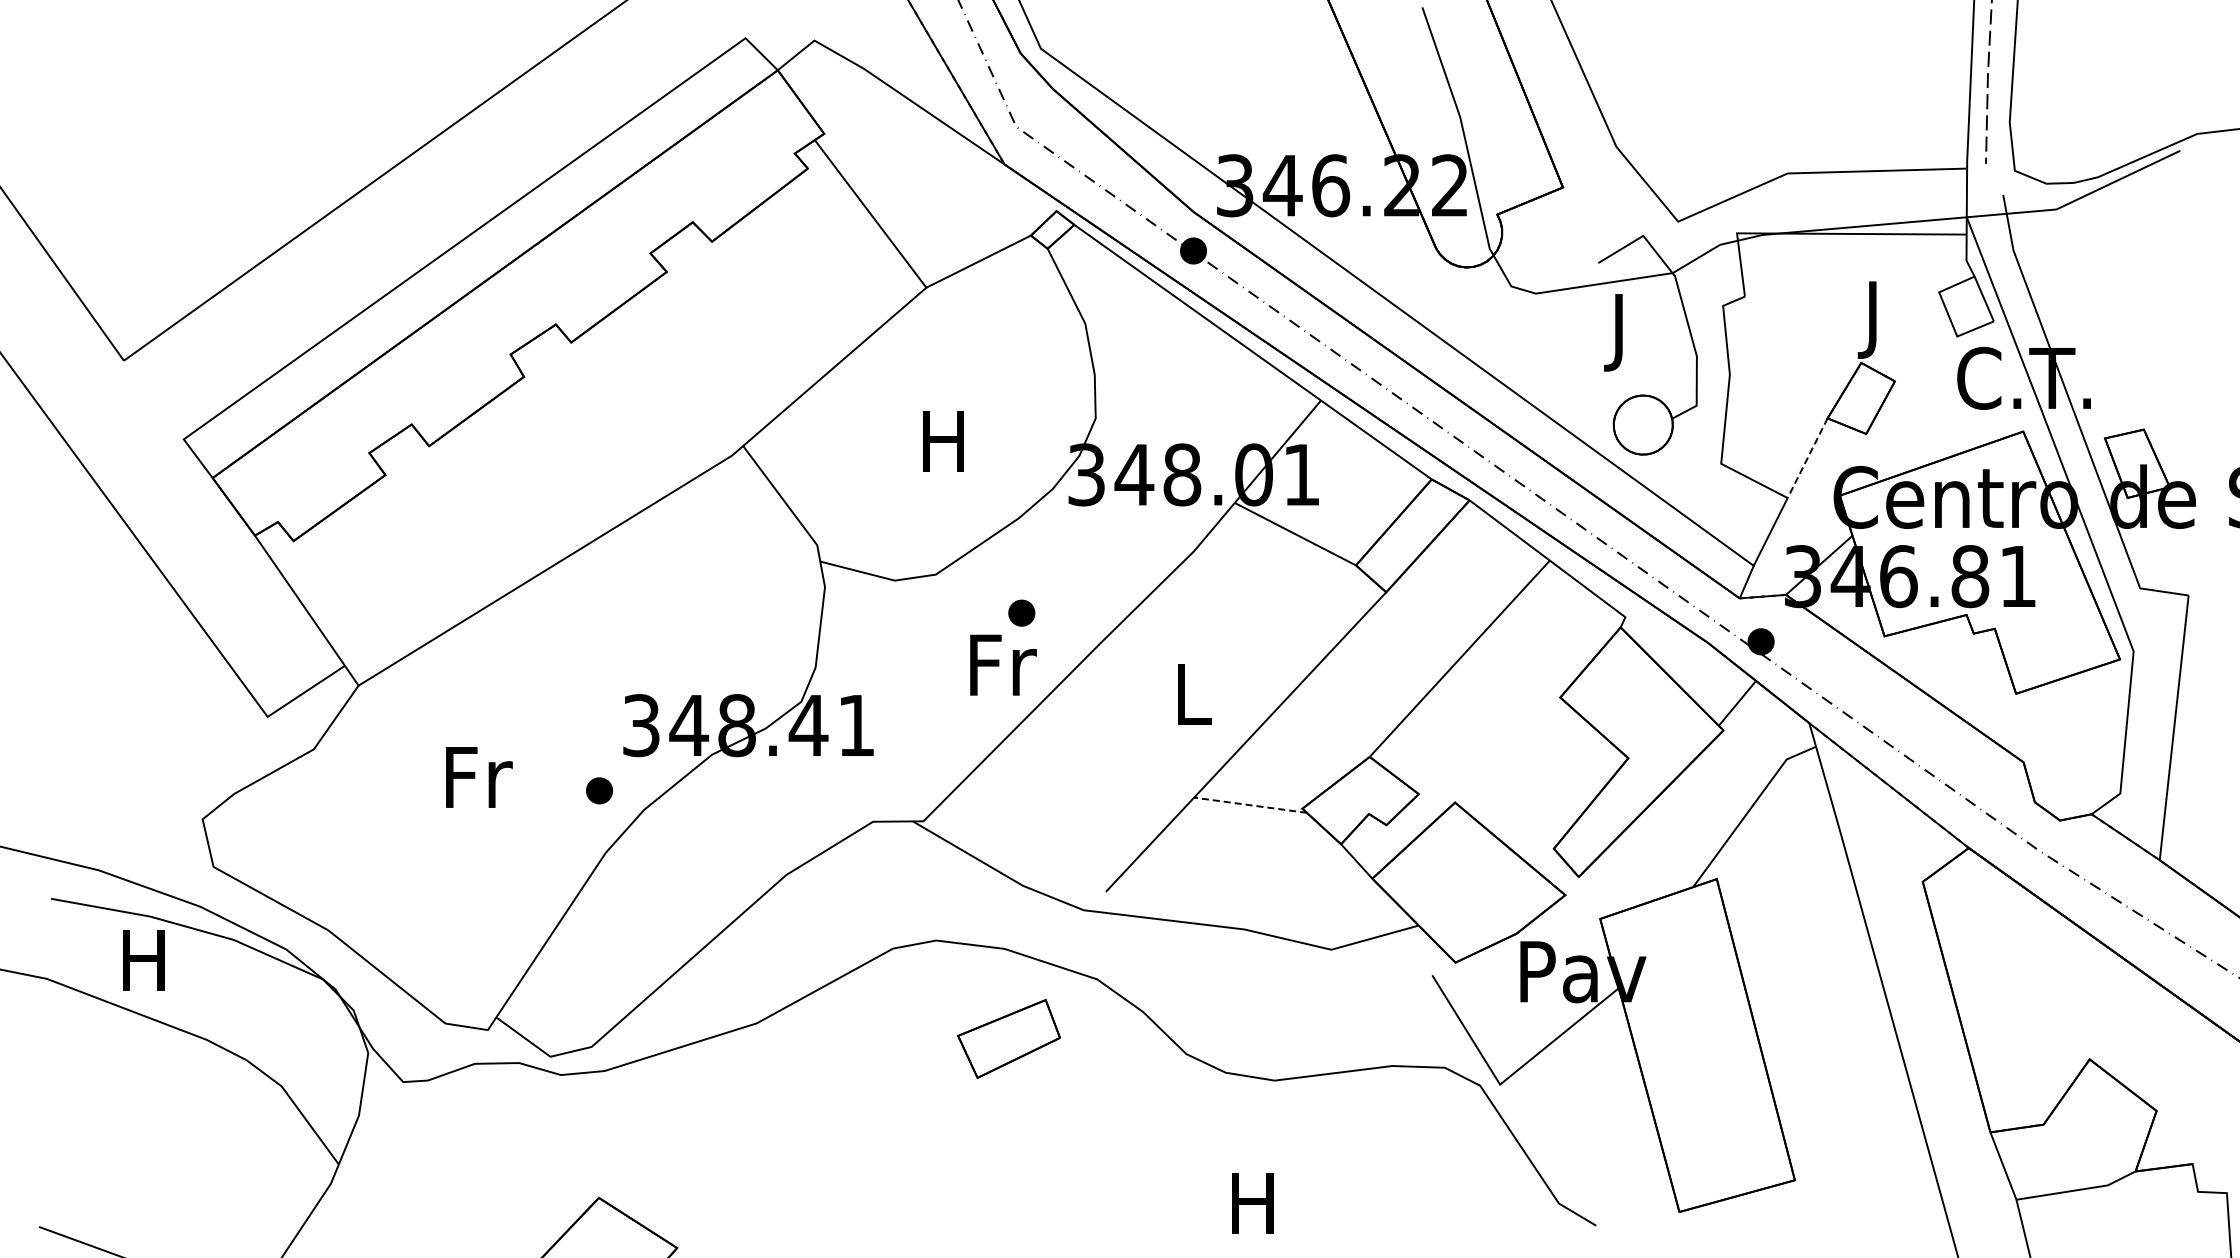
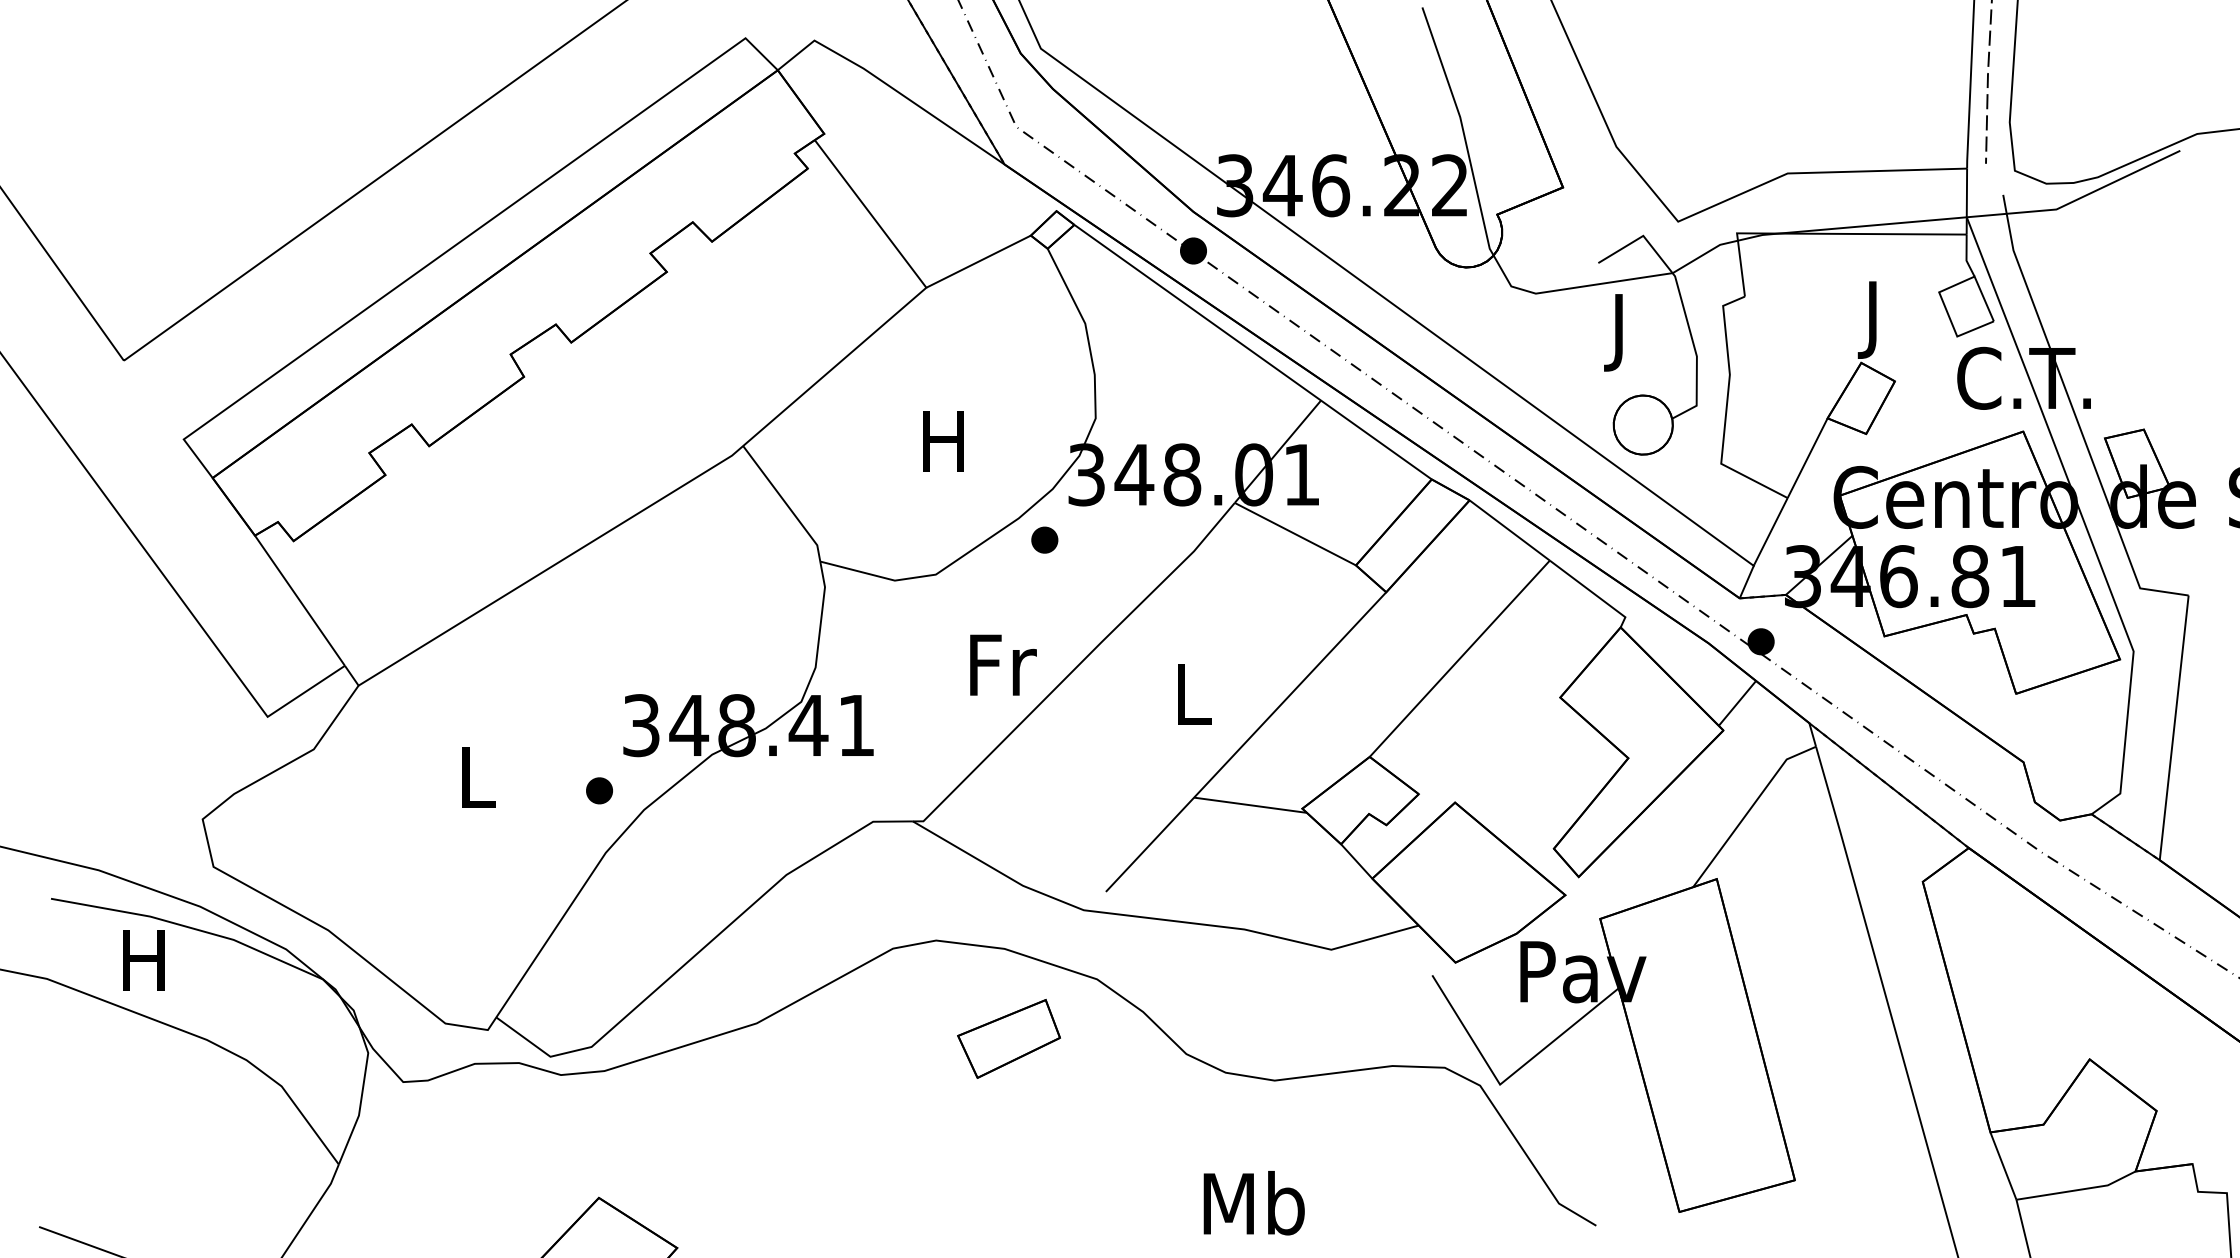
line at (1807, 458): dashed -> solid
part at (1021, 612) position: (1021, 612) -> (1044, 539)
text at (479, 777): Fr -> L
line at (1250, 805): dashed -> solid
text at (1253, 1203): H -> Mb
